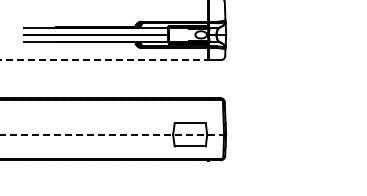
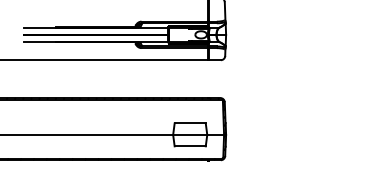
line at (104, 60): dashed -> solid
line at (113, 134): dashed -> solid
